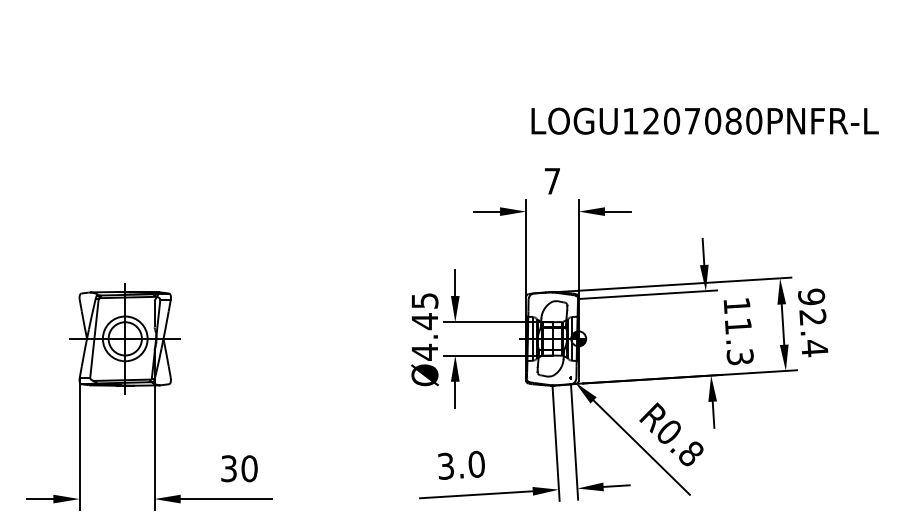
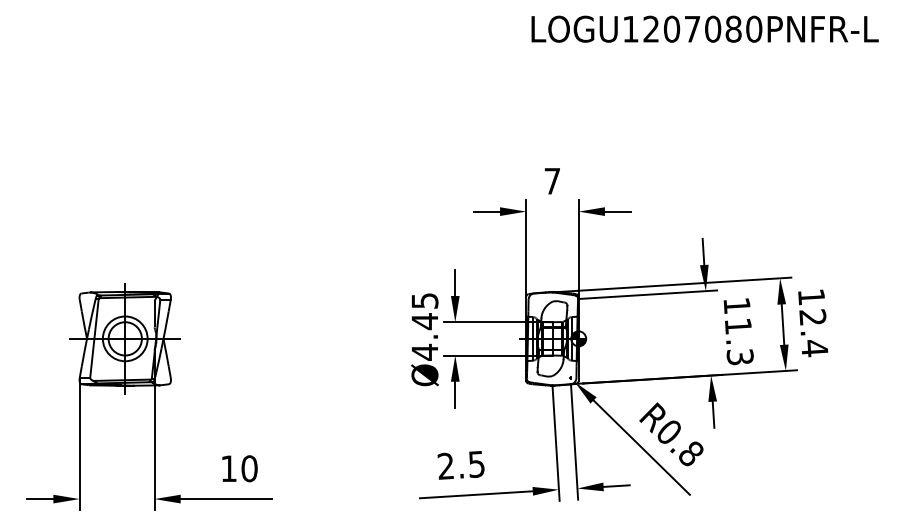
text at (704, 120) position: (704, 120) -> (704, 28)
text at (811, 296): 92.4 -> 12.4
text at (460, 464): 3.0 -> 2.5
text at (228, 468): 30 -> 10
